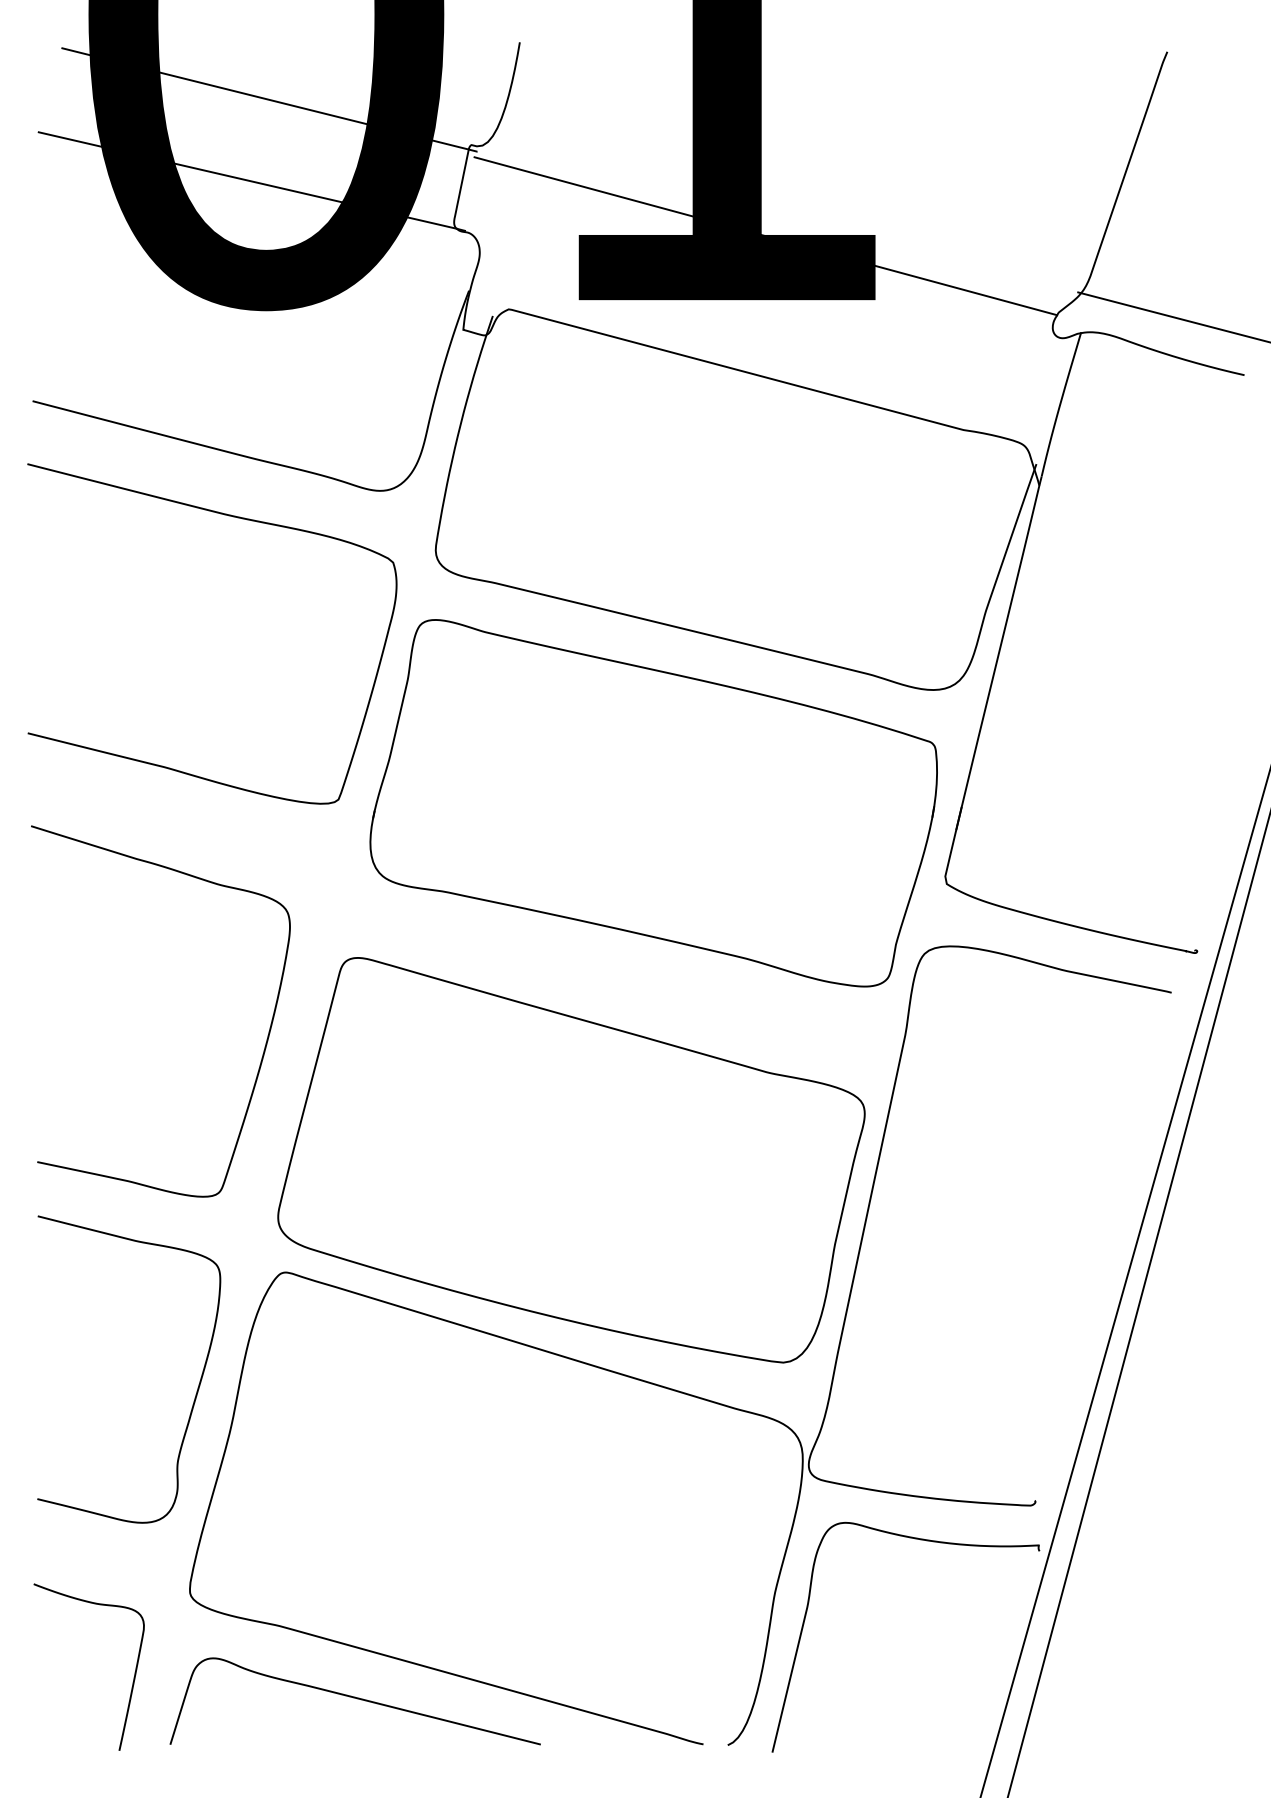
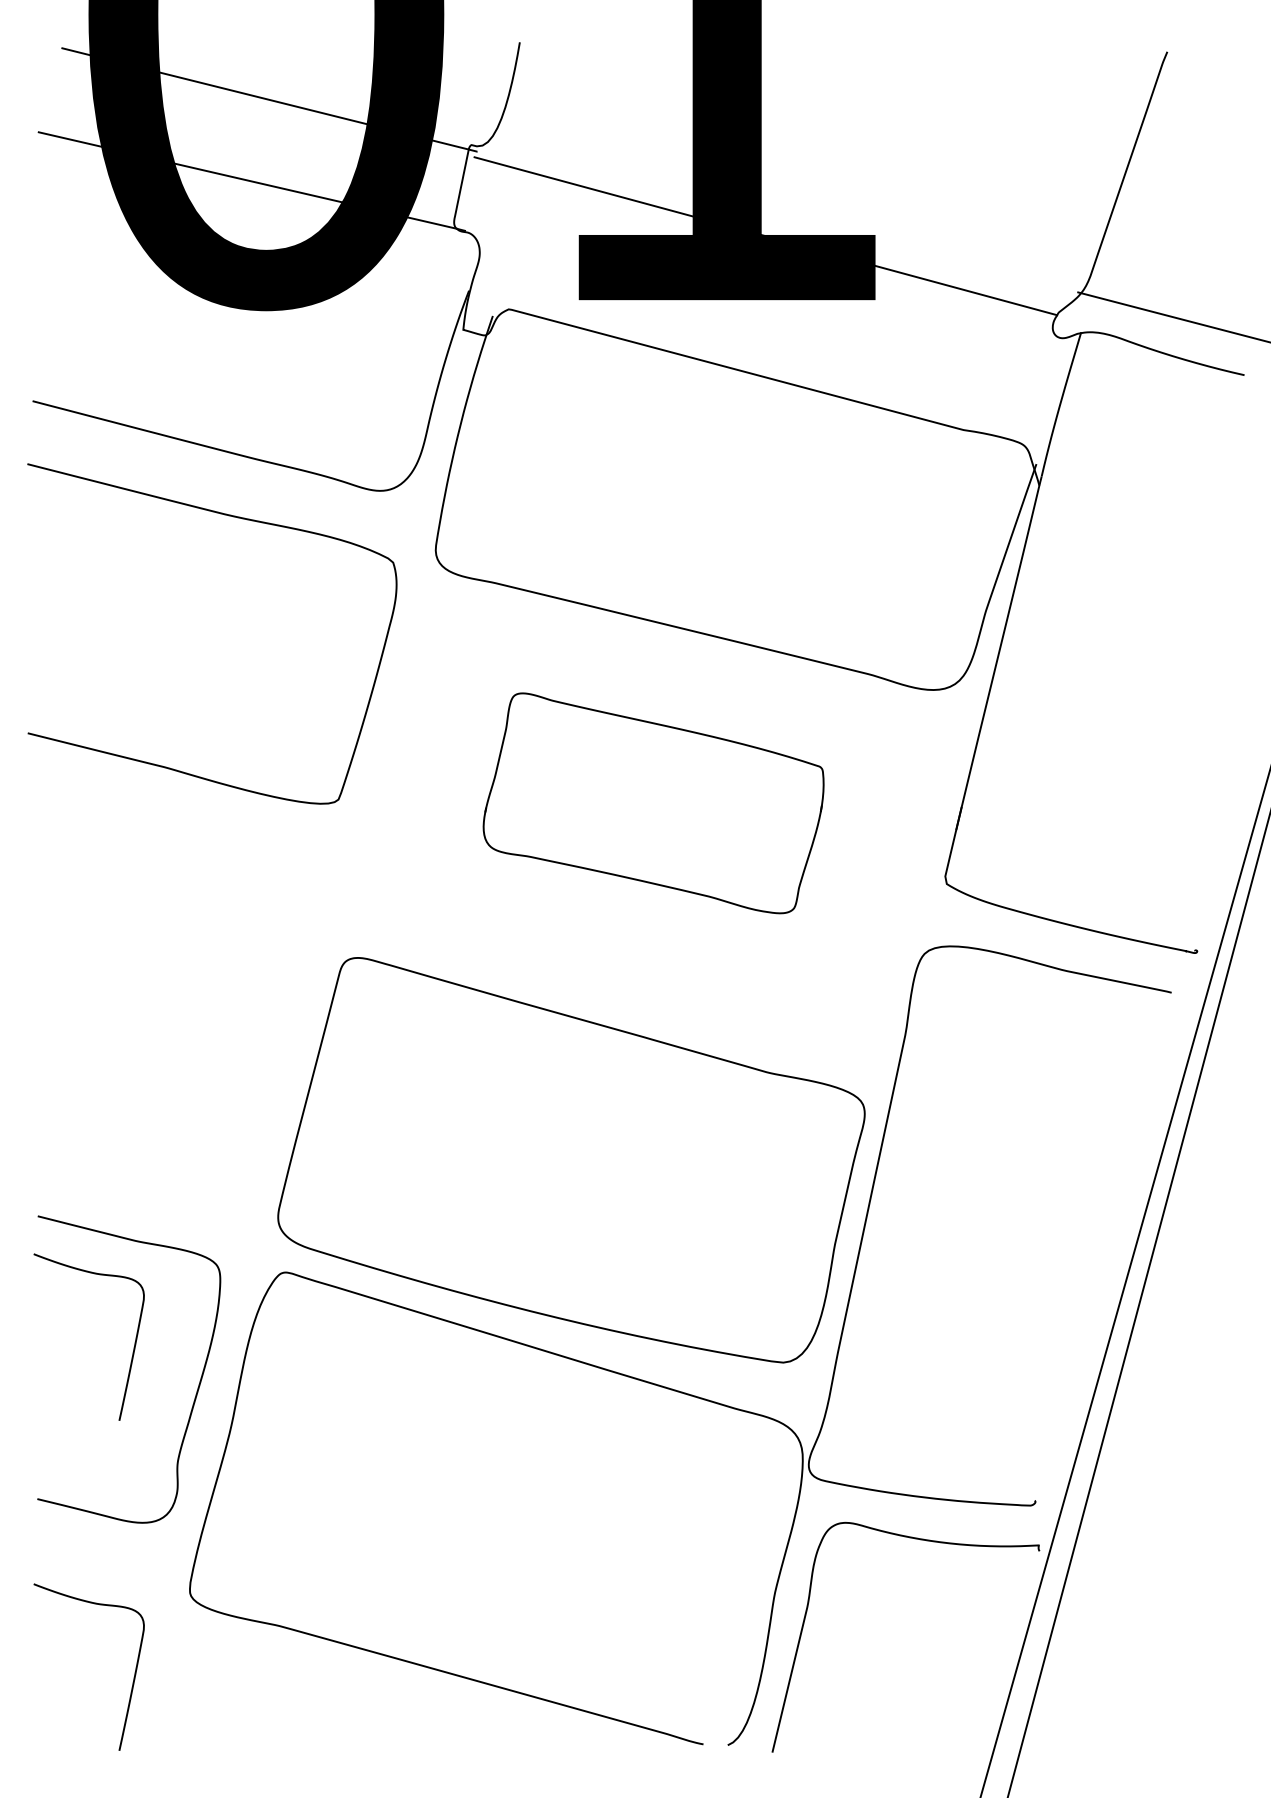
part at (653, 803) size: 569x369 px -> 343x223 px
curve at (266, 1039): present -> none
curve at (133, 1347): none -> present
curve at (354, 1698): present -> none
